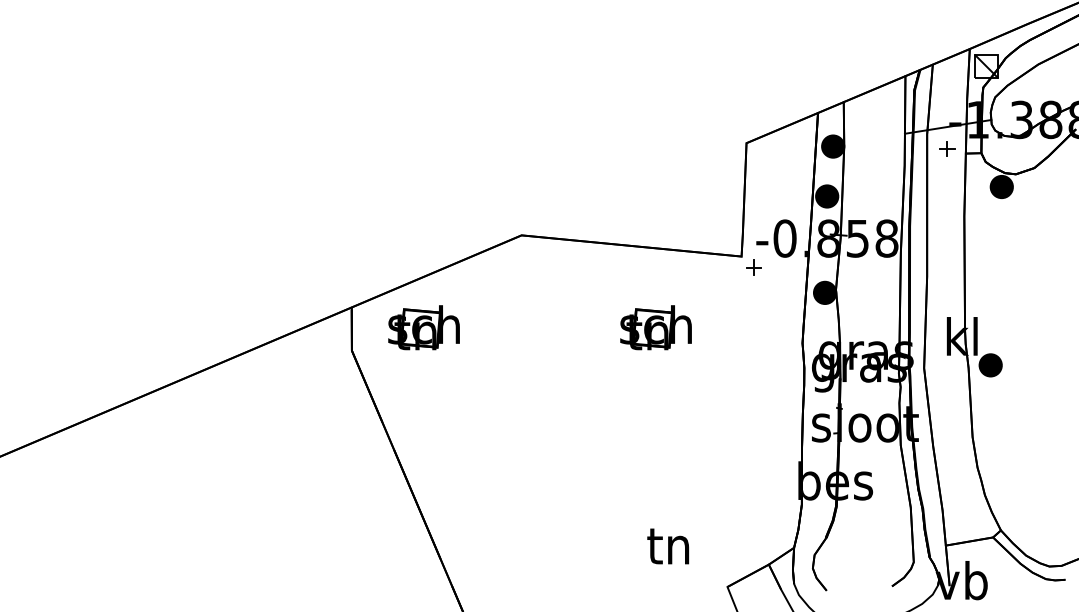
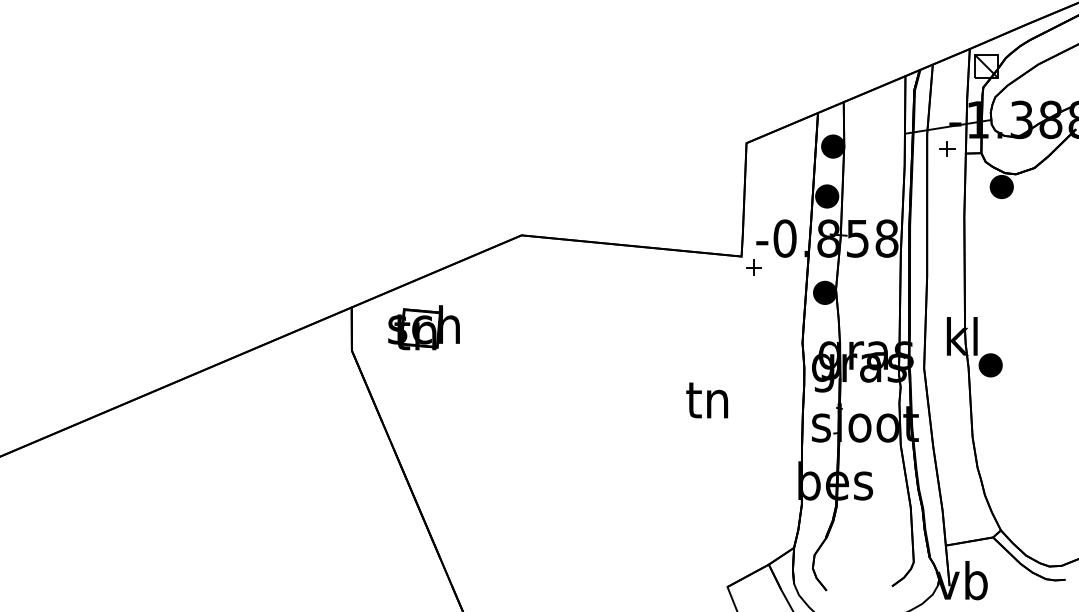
part at (655, 327): present -> none
text at (667, 546) position: (667, 546) -> (706, 400)
